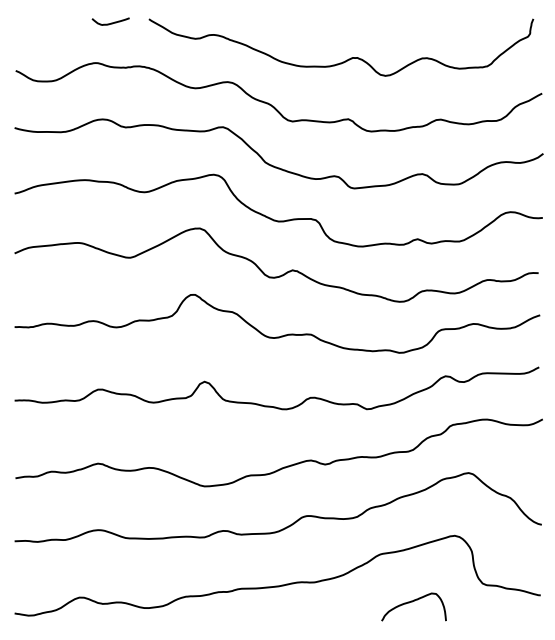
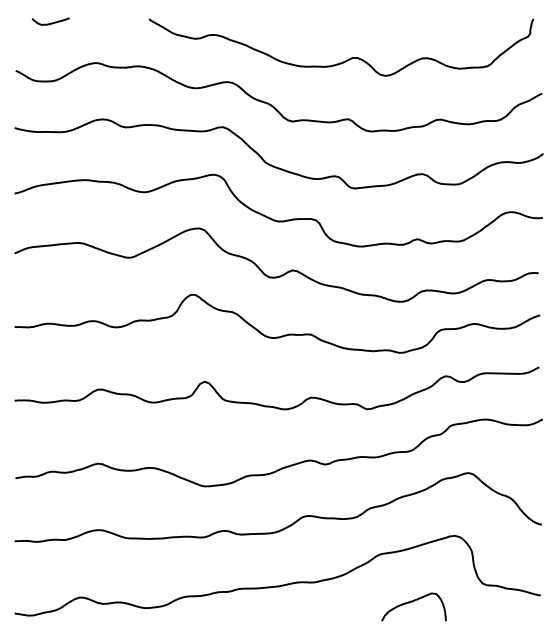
curve at (111, 22) position: (111, 22) -> (51, 22)
